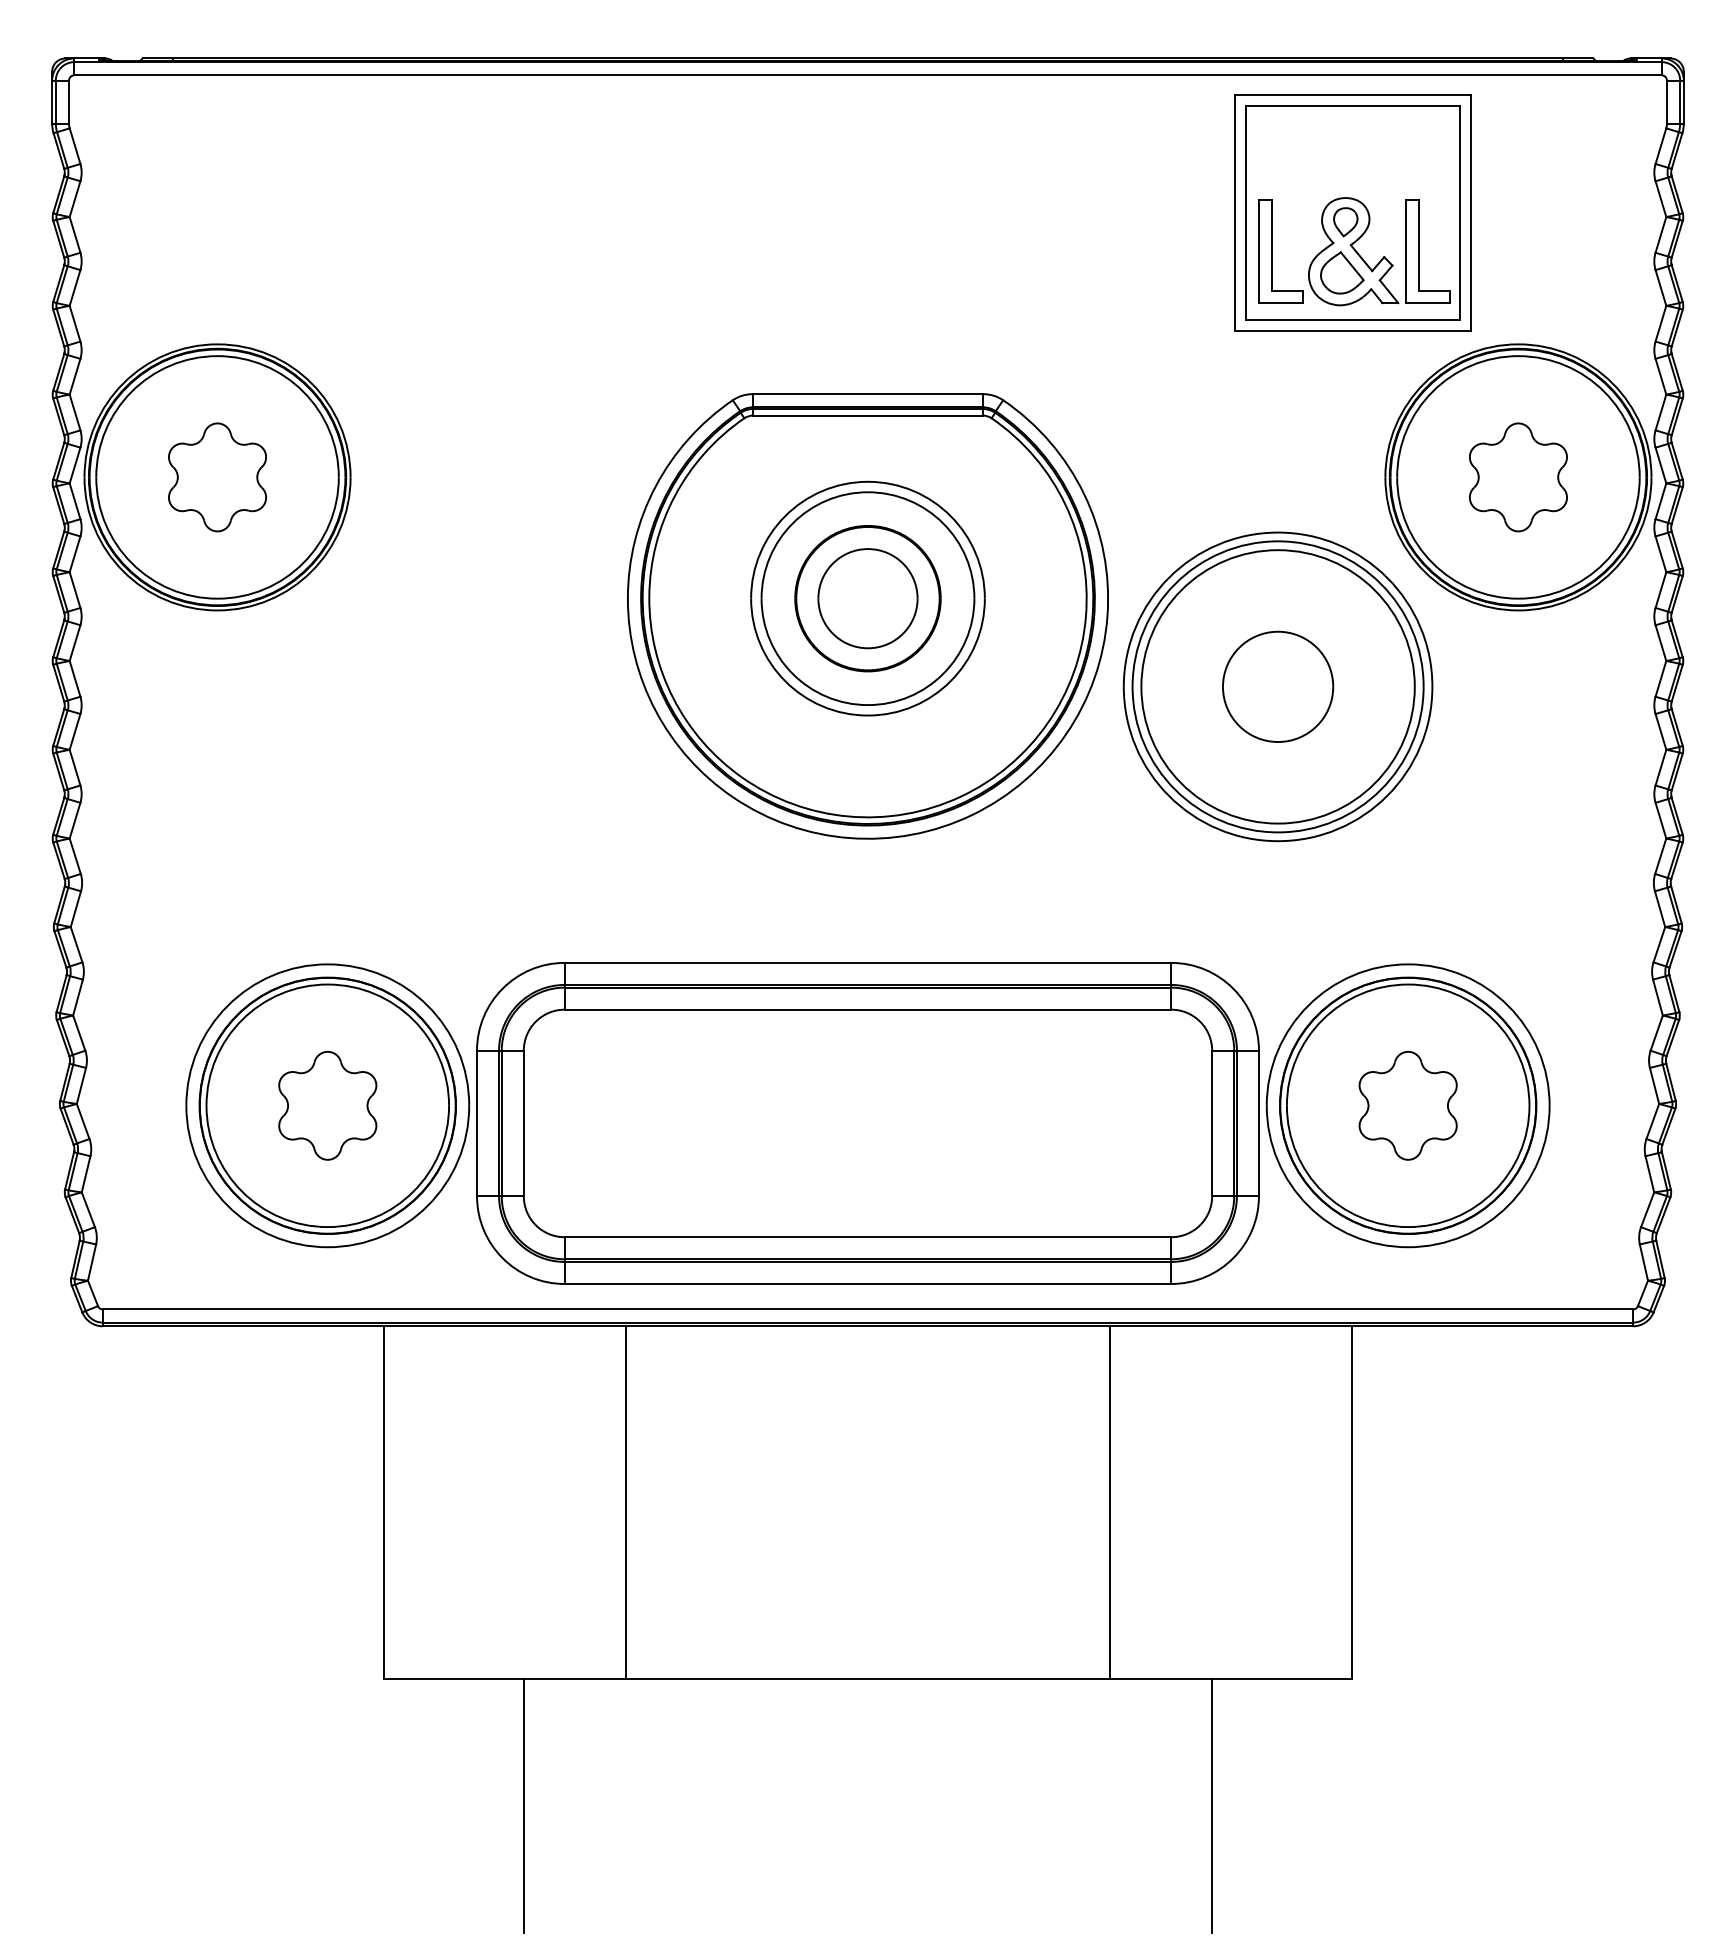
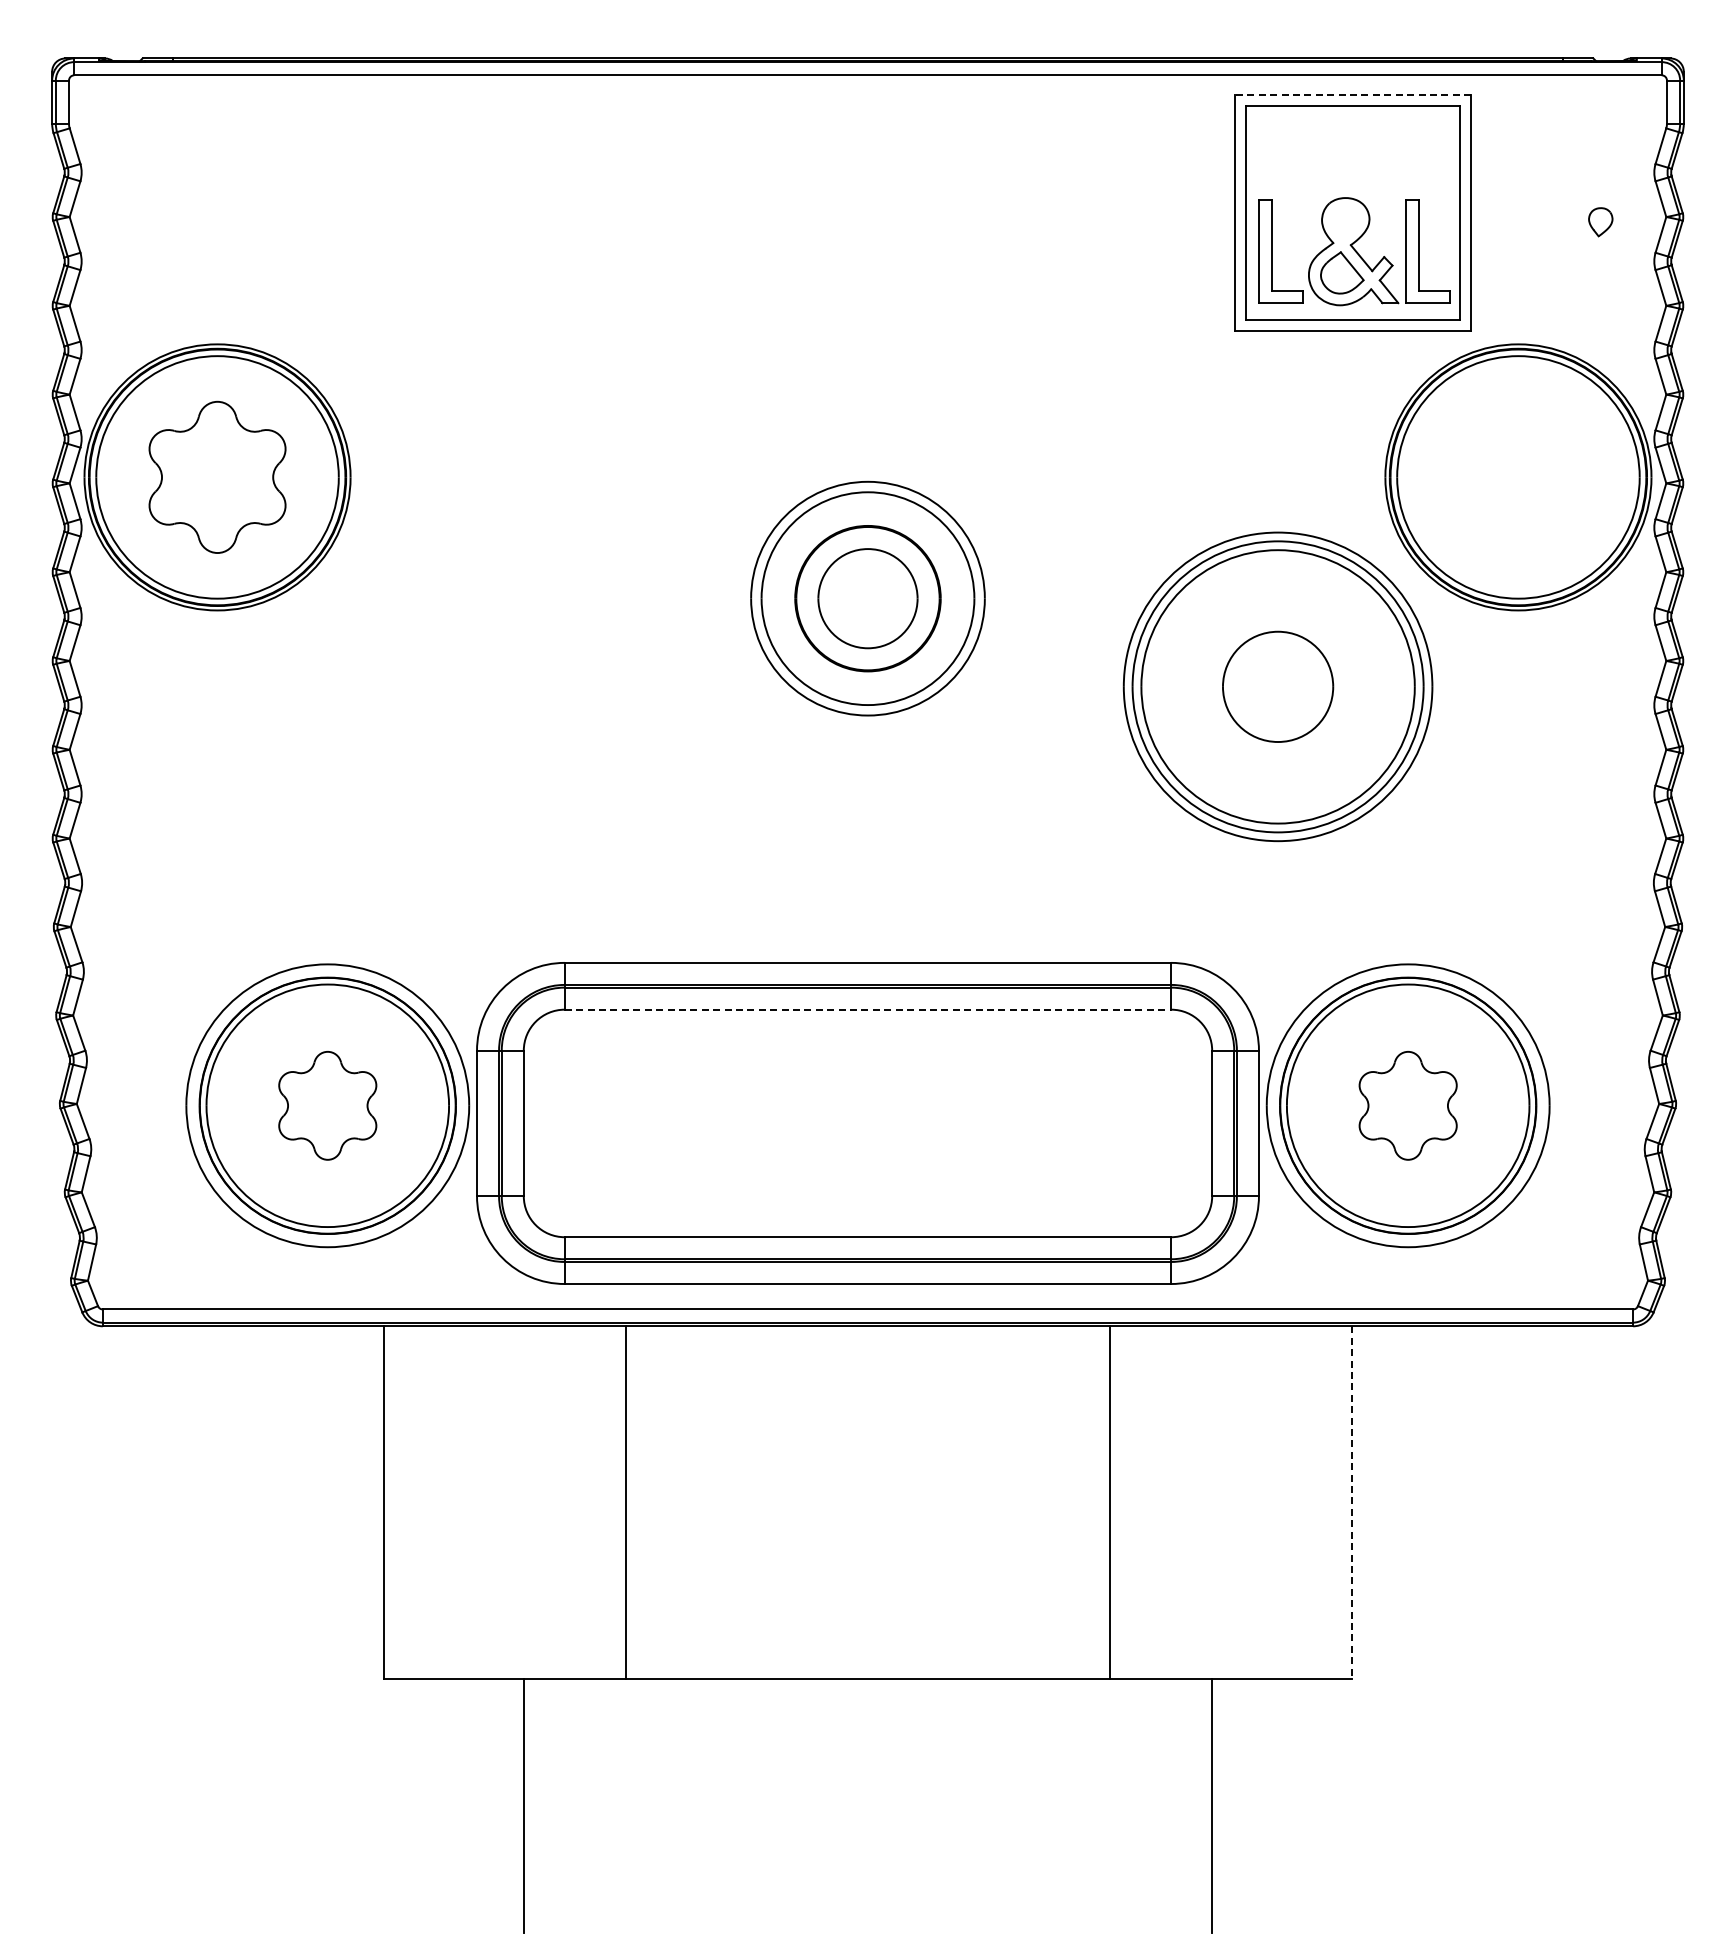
line at (1352, 94): solid -> dashed
part at (1345, 222) position: (1345, 222) -> (1600, 222)
part at (217, 477) size: 99x111 px -> 139x154 px
part at (1518, 477): present -> none
part at (867, 616): present -> none
line at (868, 1009): solid -> dashed
line at (1351, 1503): solid -> dashed
